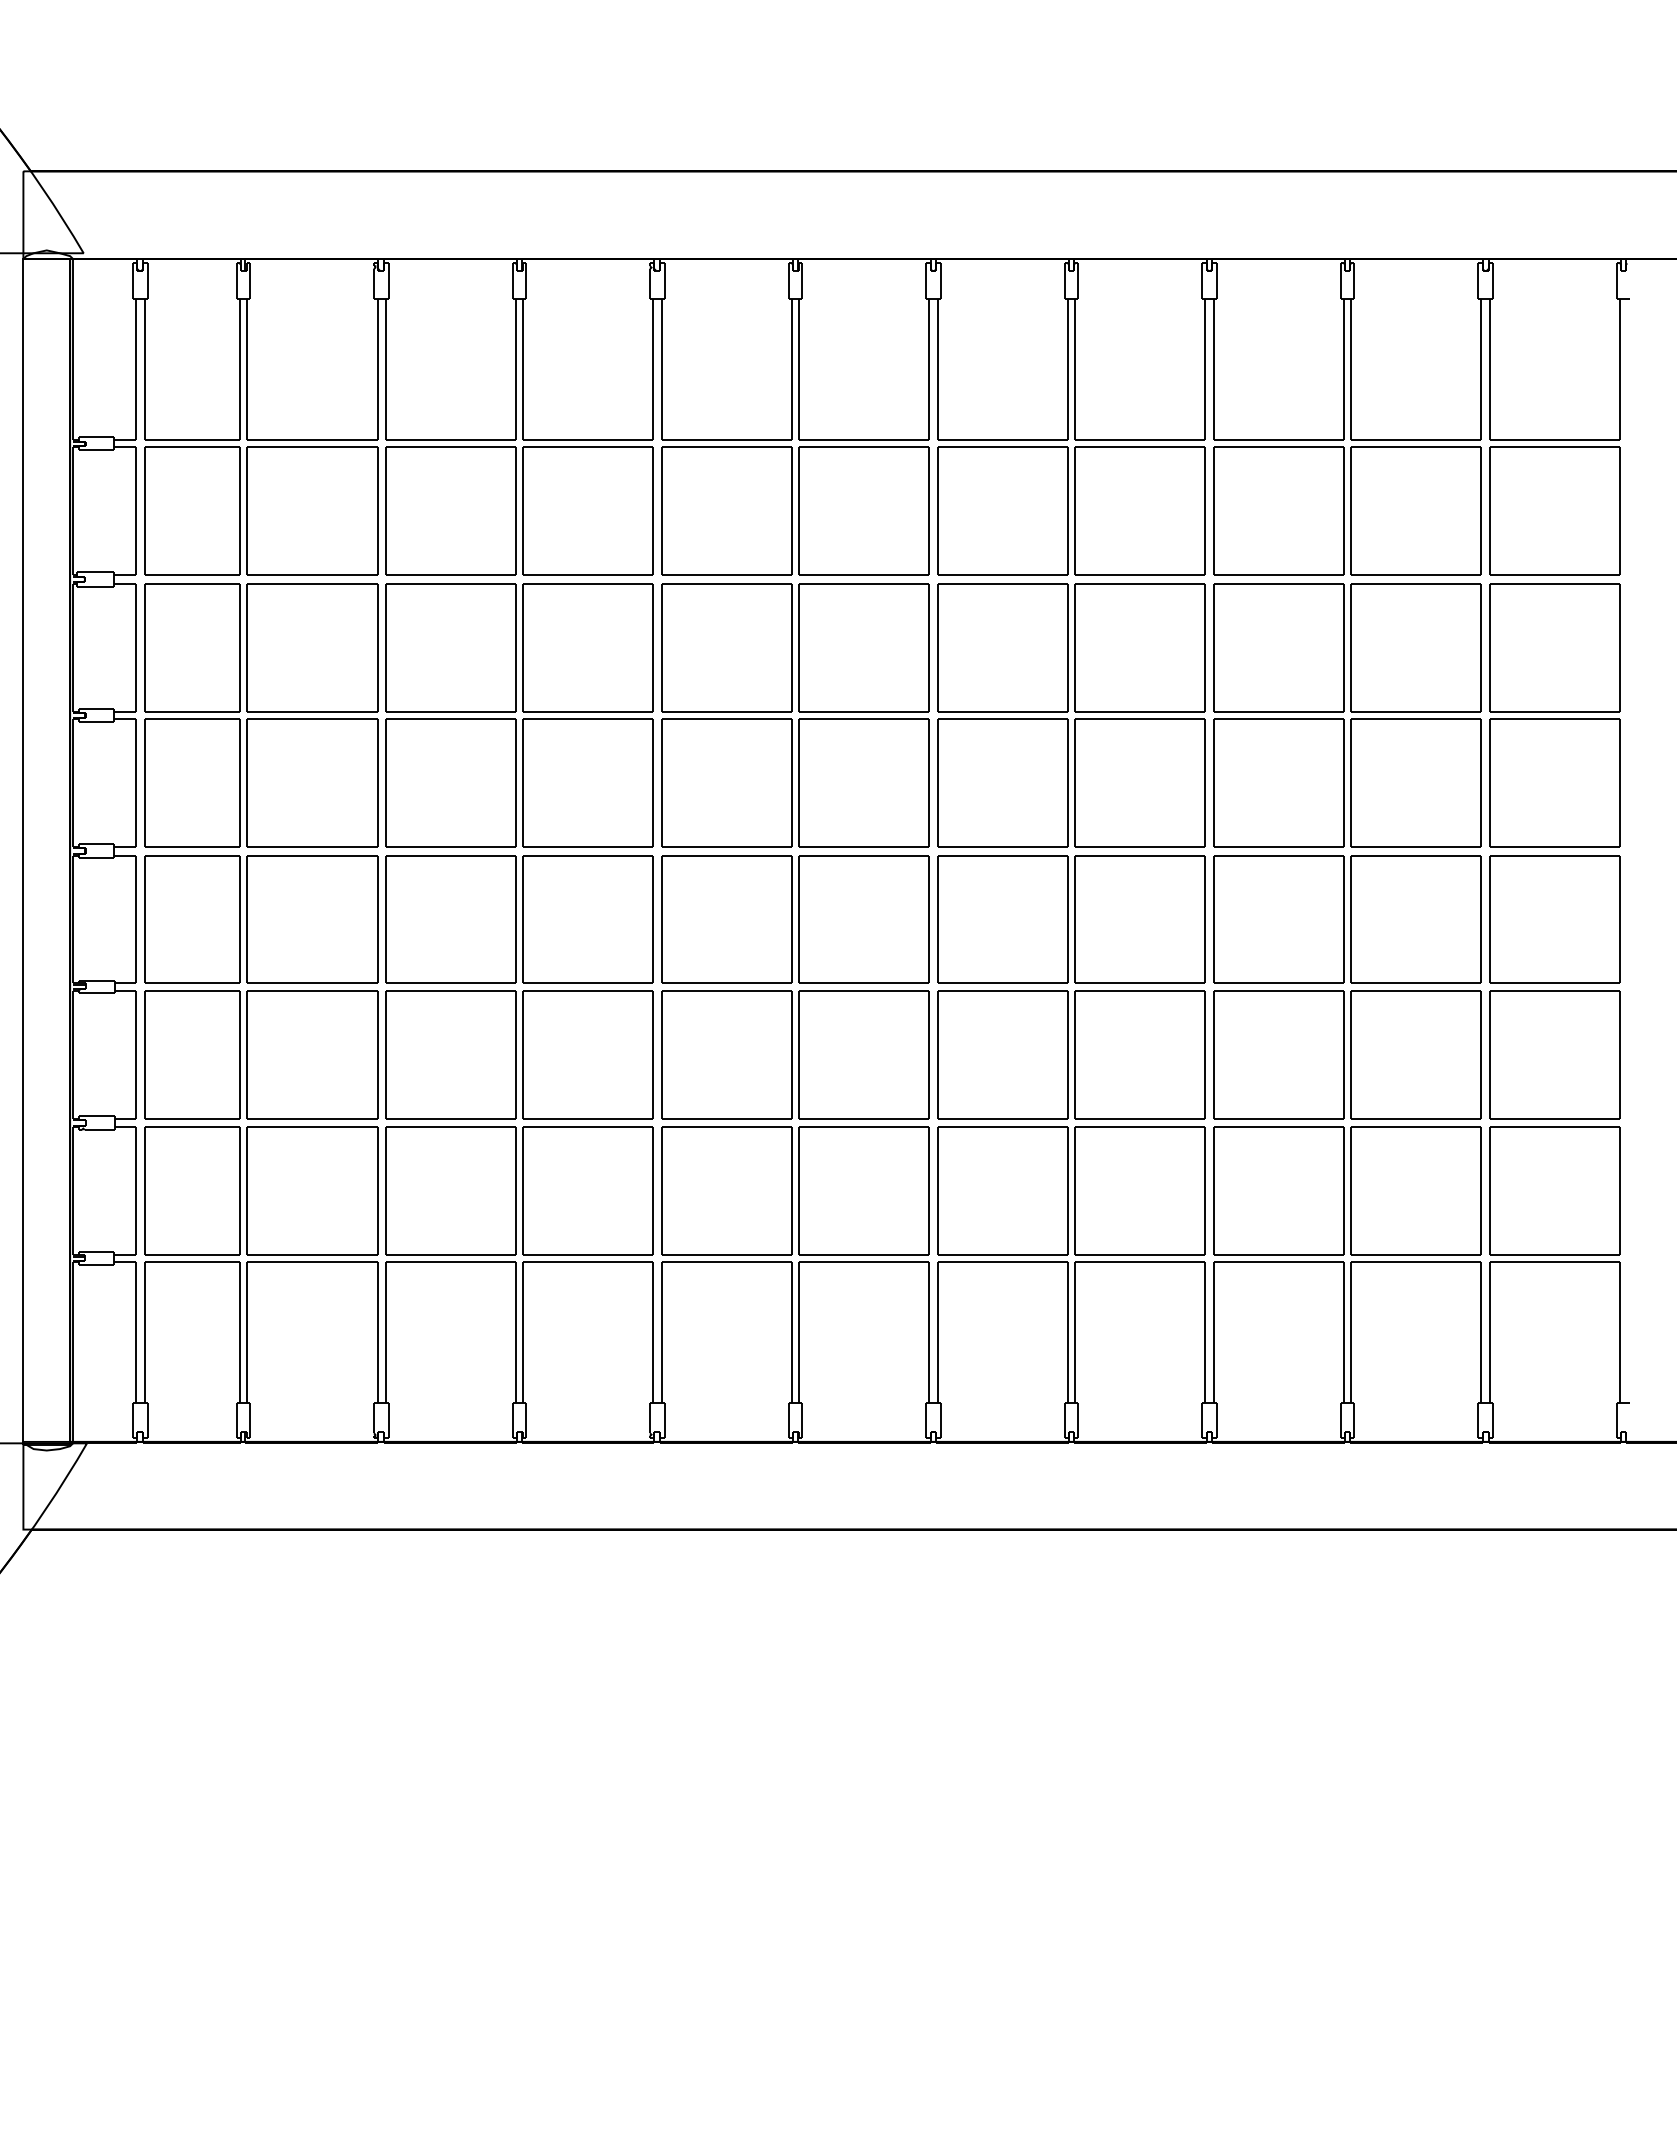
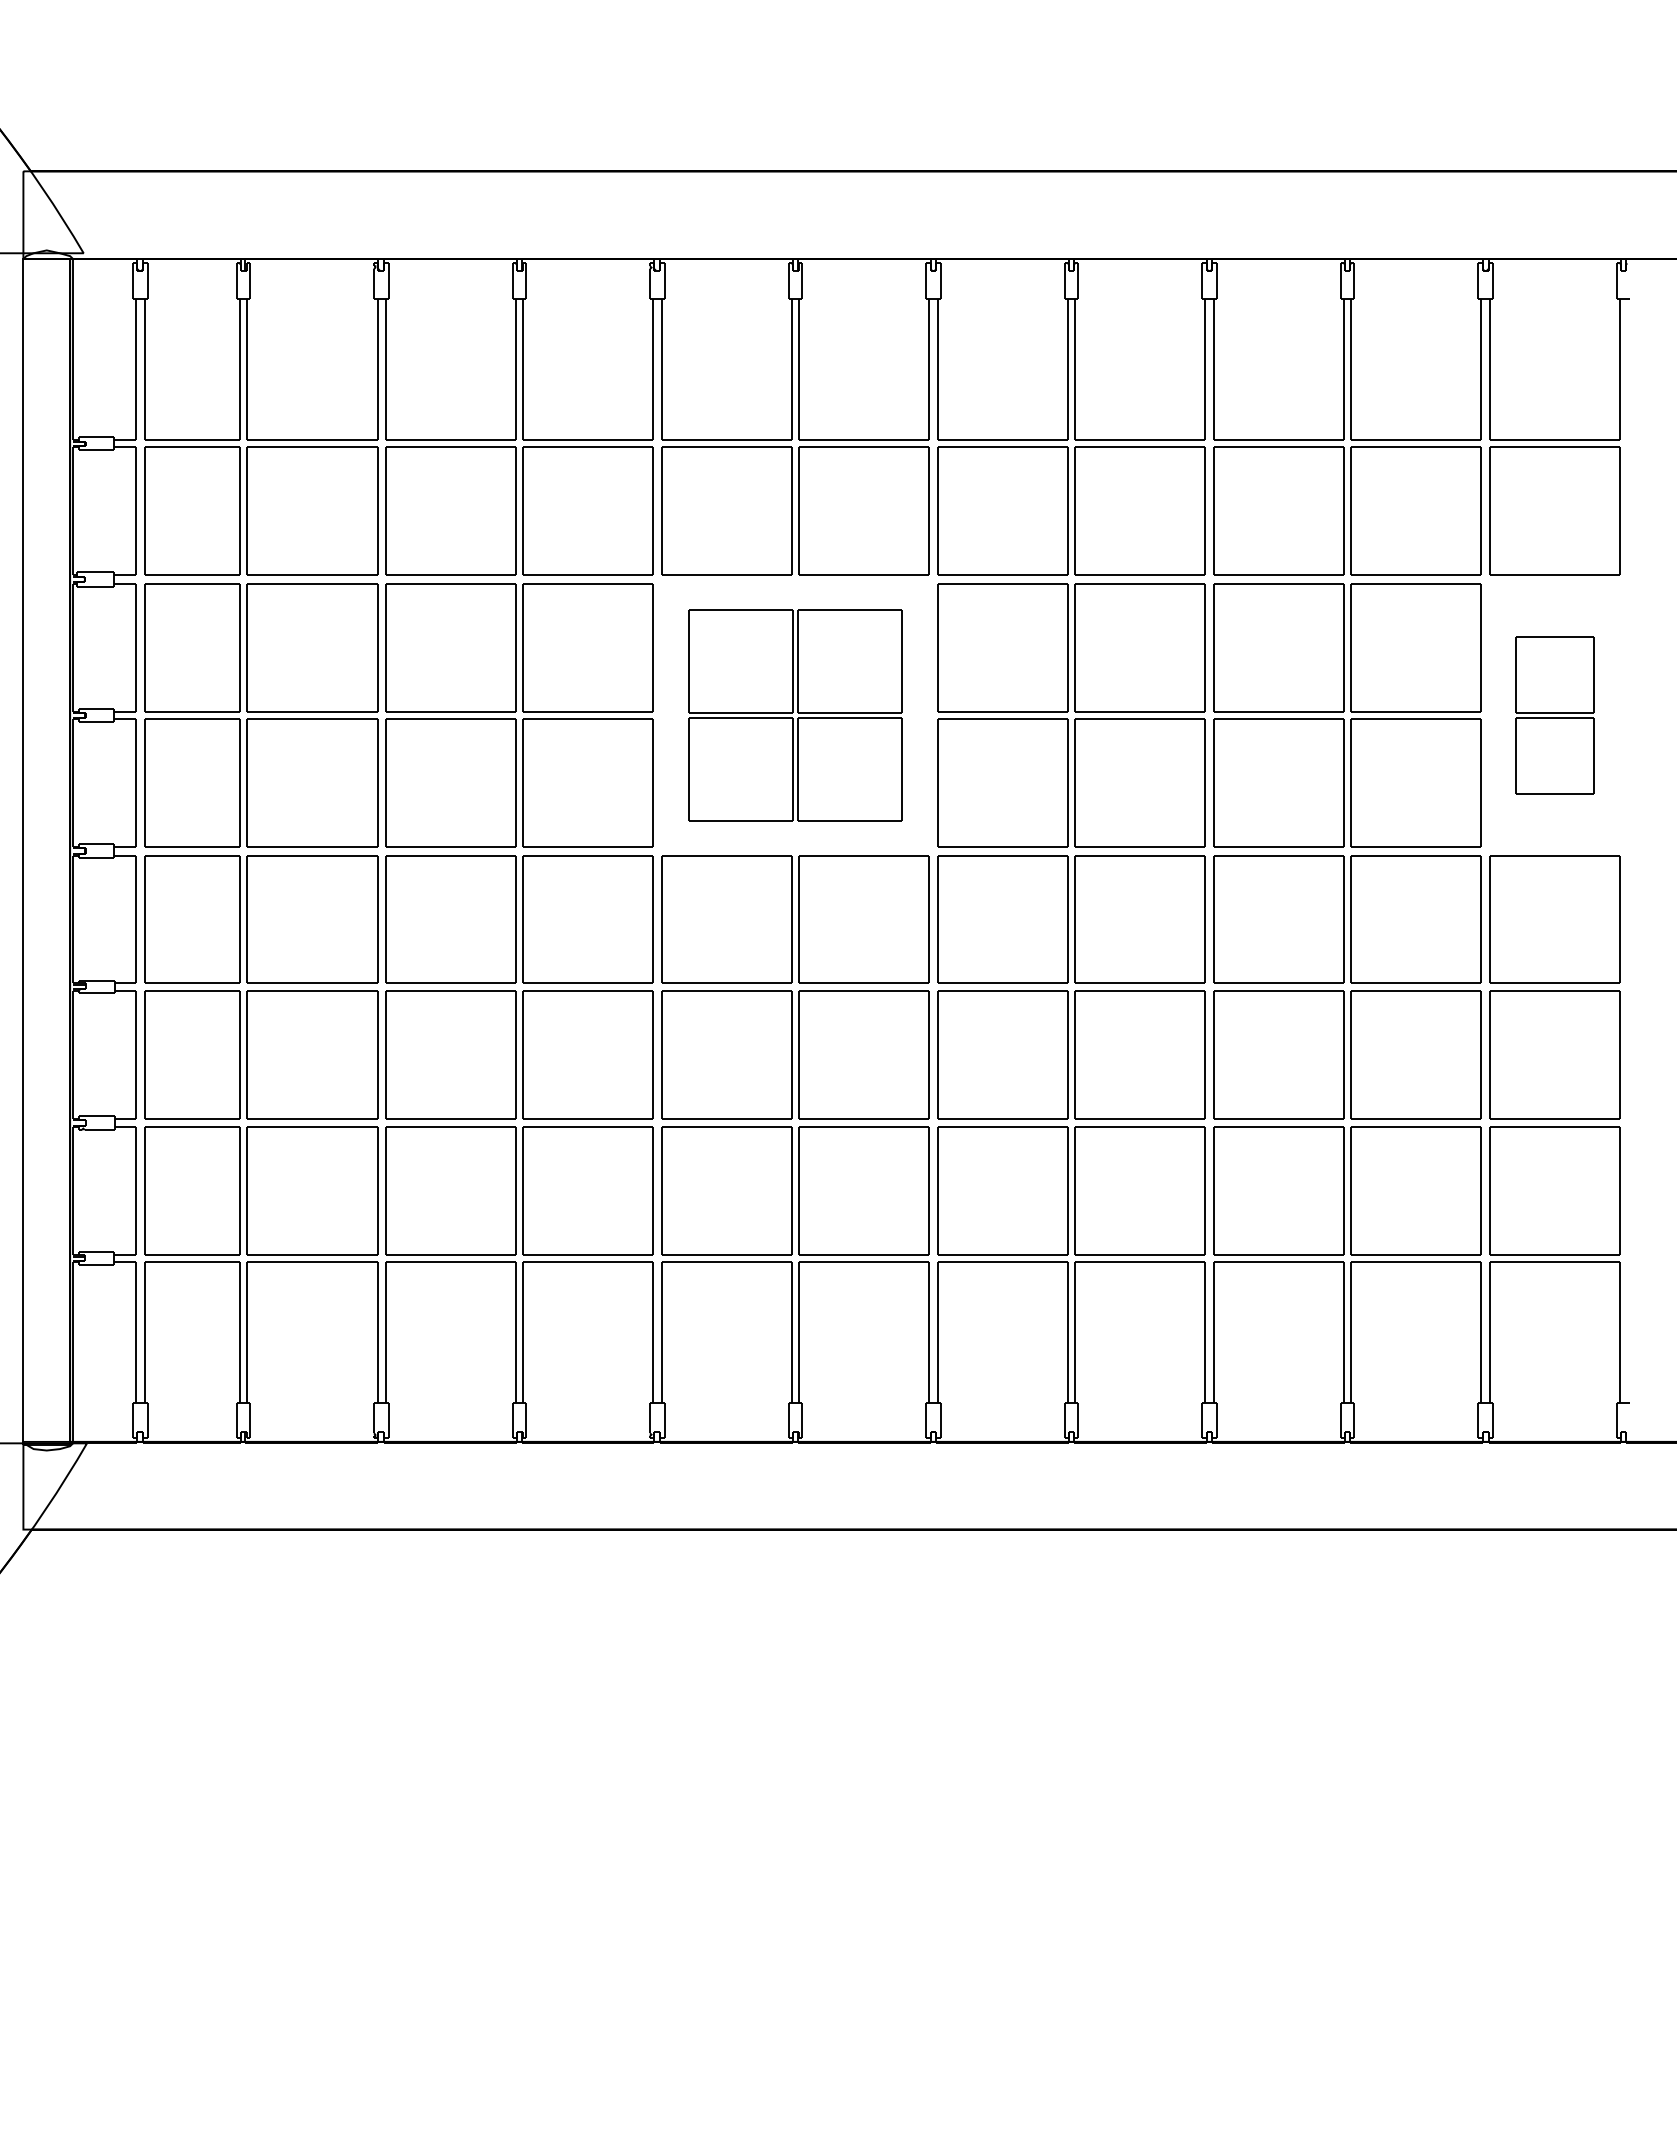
part at (795, 715) size: 269x265 px -> 215x213 px
part at (1554, 715) size: 132x265 px -> 80x159 px
